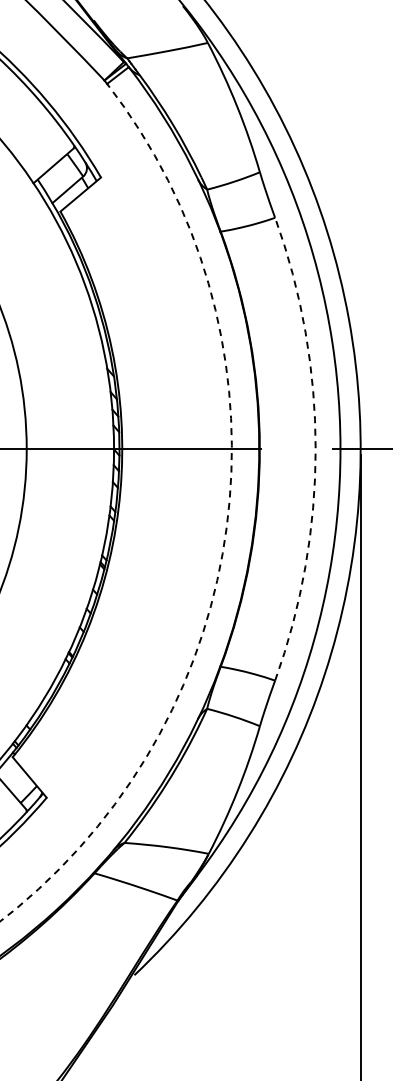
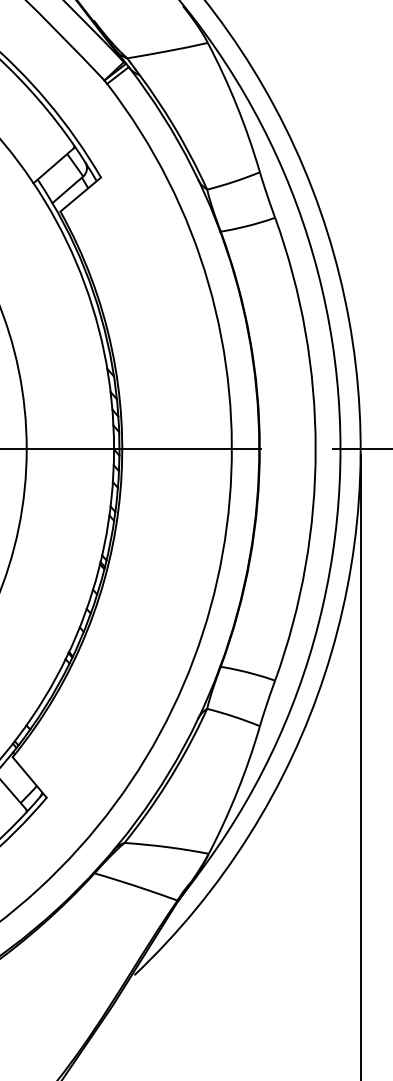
arc at (315, 449): dashed -> solid
arc at (227, 524): dashed -> solid
